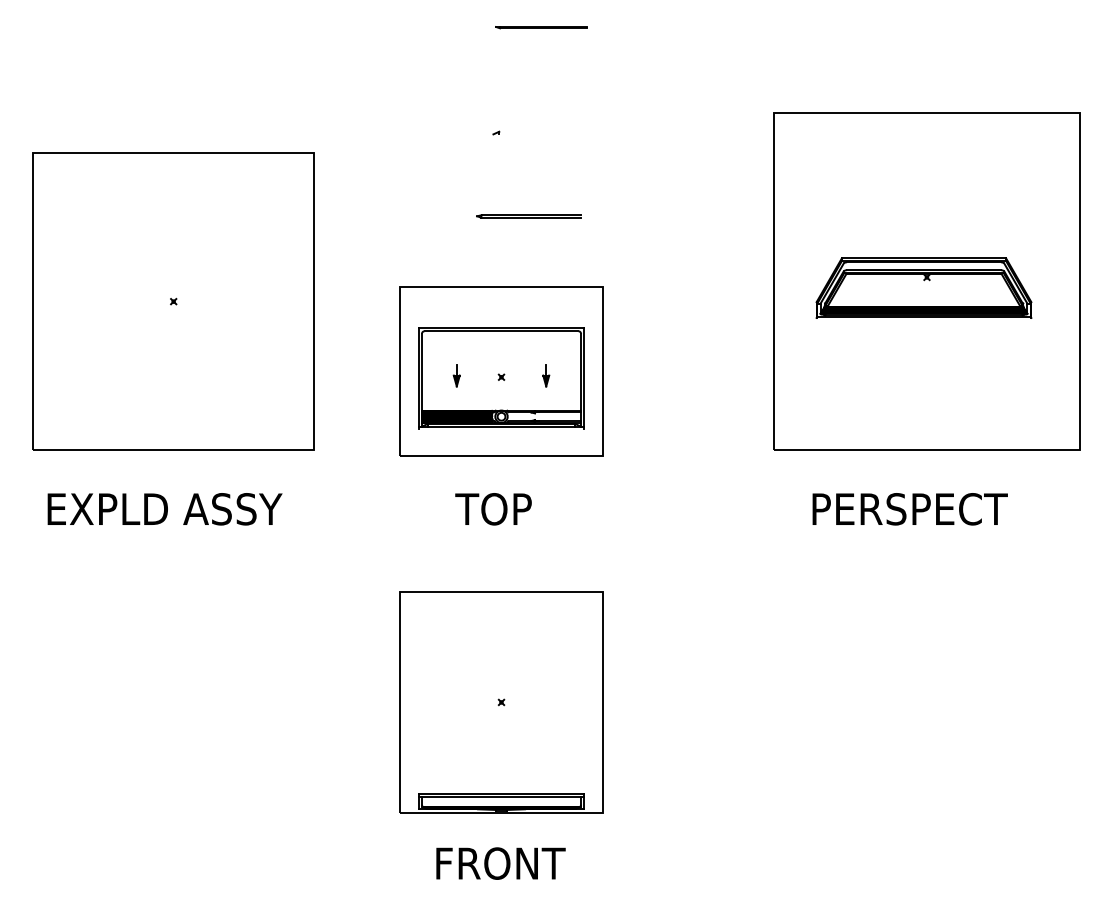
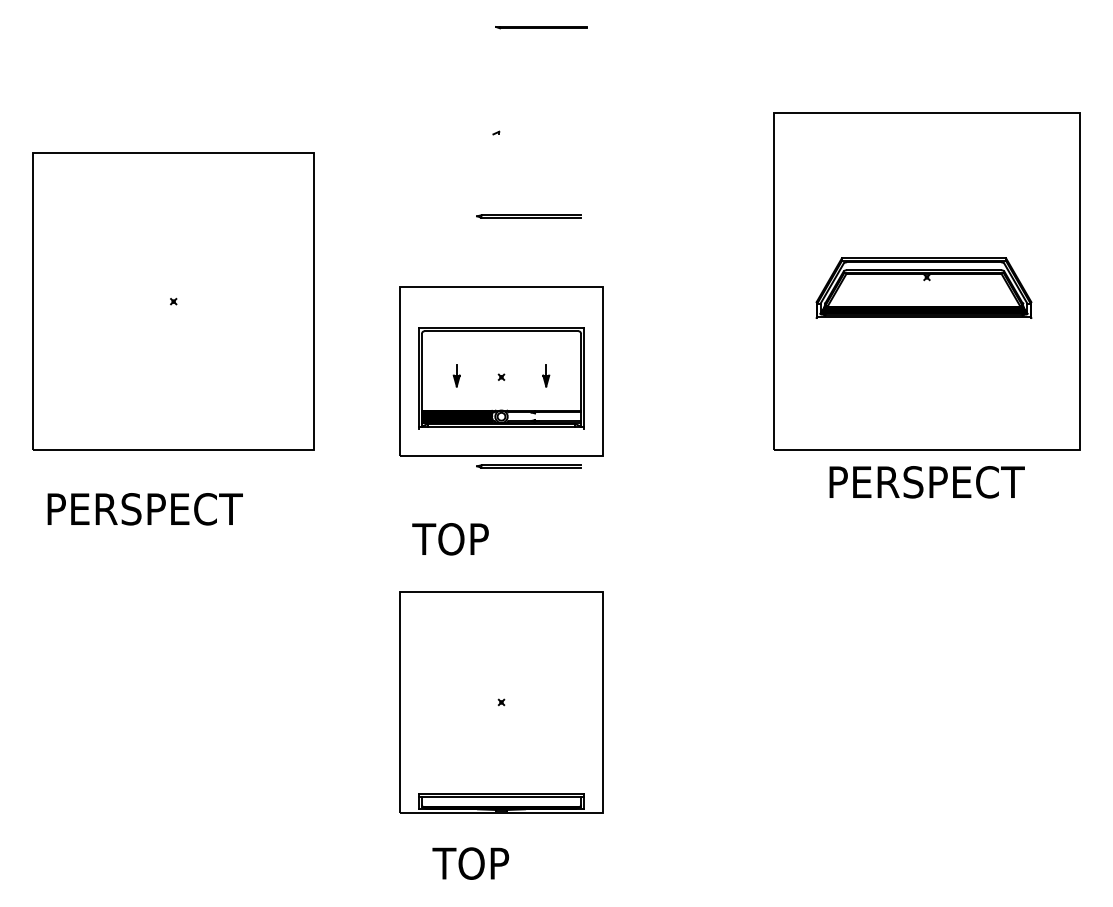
line at (528, 465): none -> present
text at (166, 509): EXPLD ASSY -> PERSPECT
text at (493, 509) position: (493, 509) -> (450, 539)
text at (909, 509) position: (909, 509) -> (926, 482)
text at (498, 863): FRONT -> TOP
